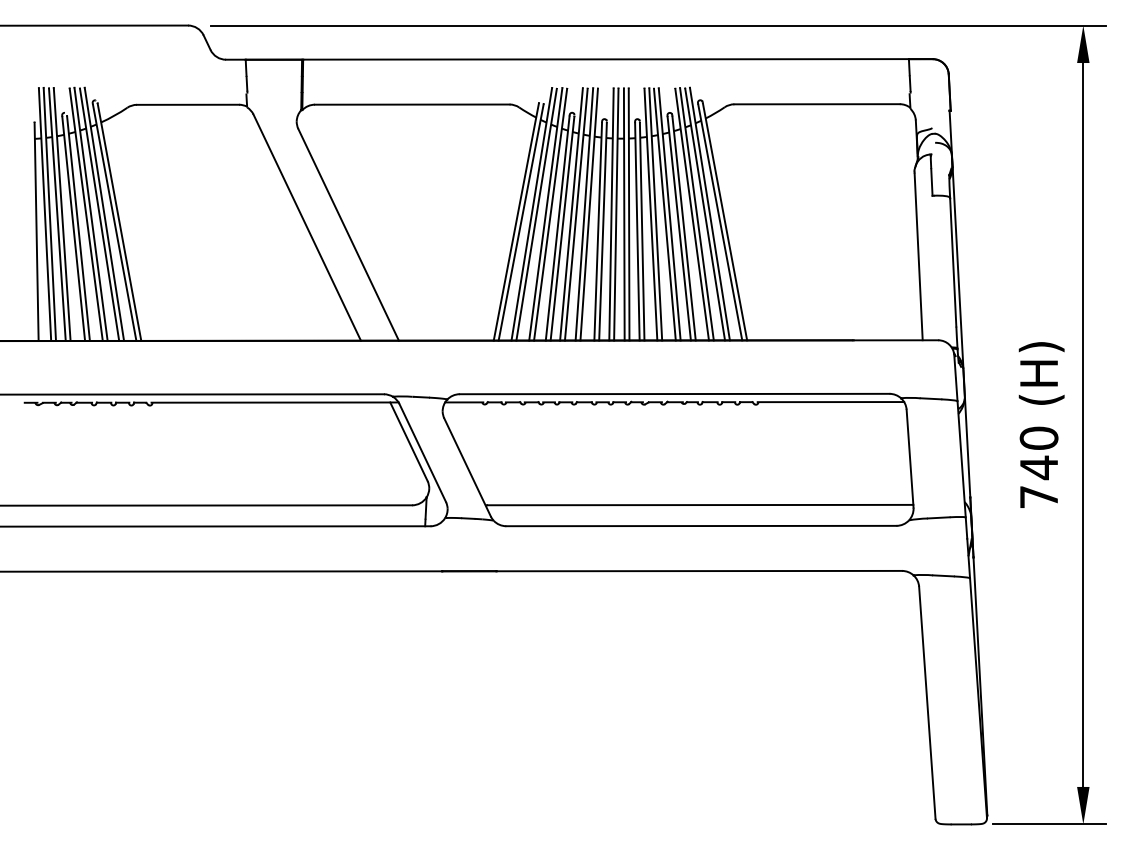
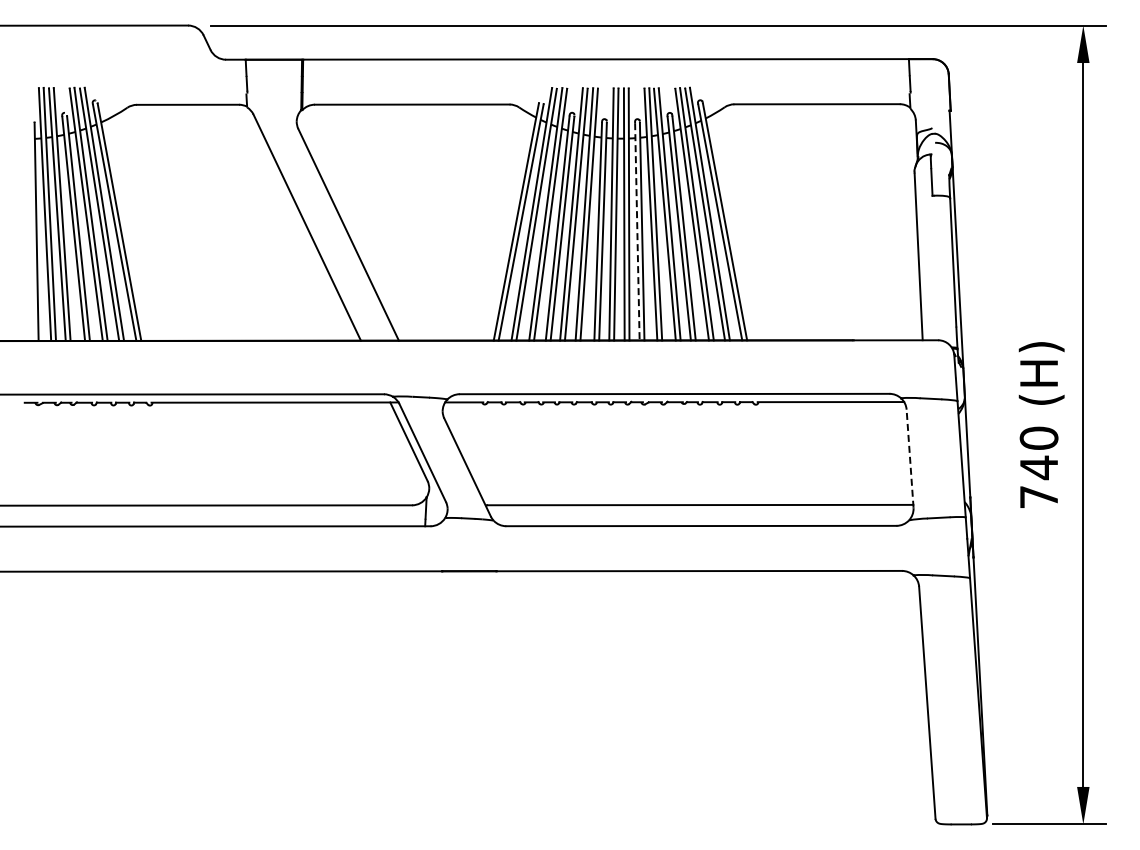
line at (637, 231): solid -> dashed
line at (910, 458): solid -> dashed
